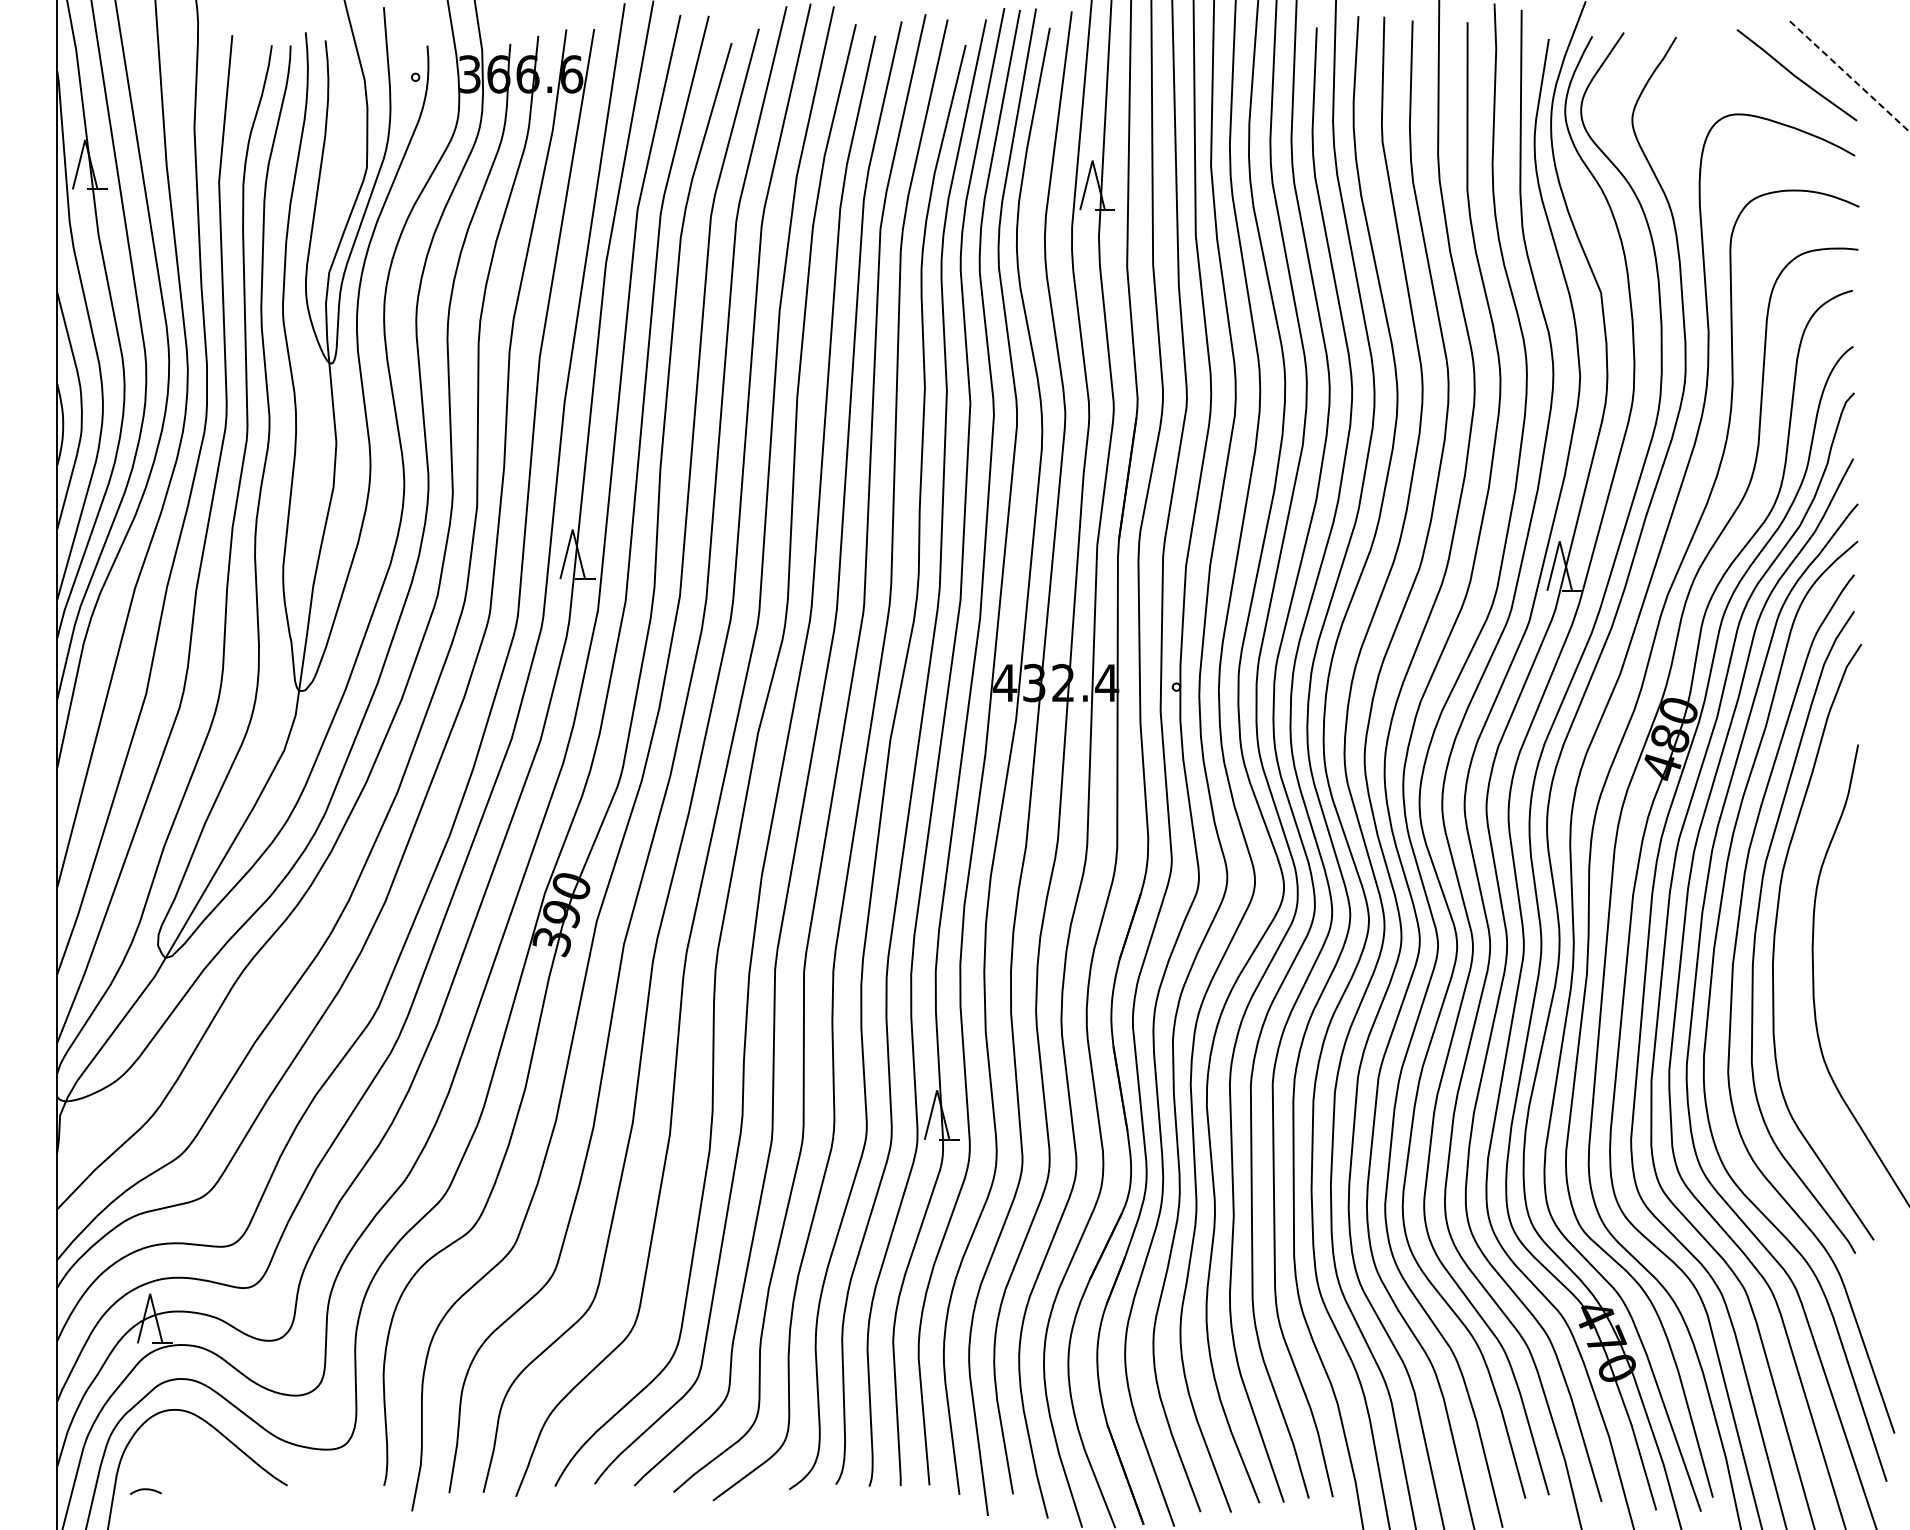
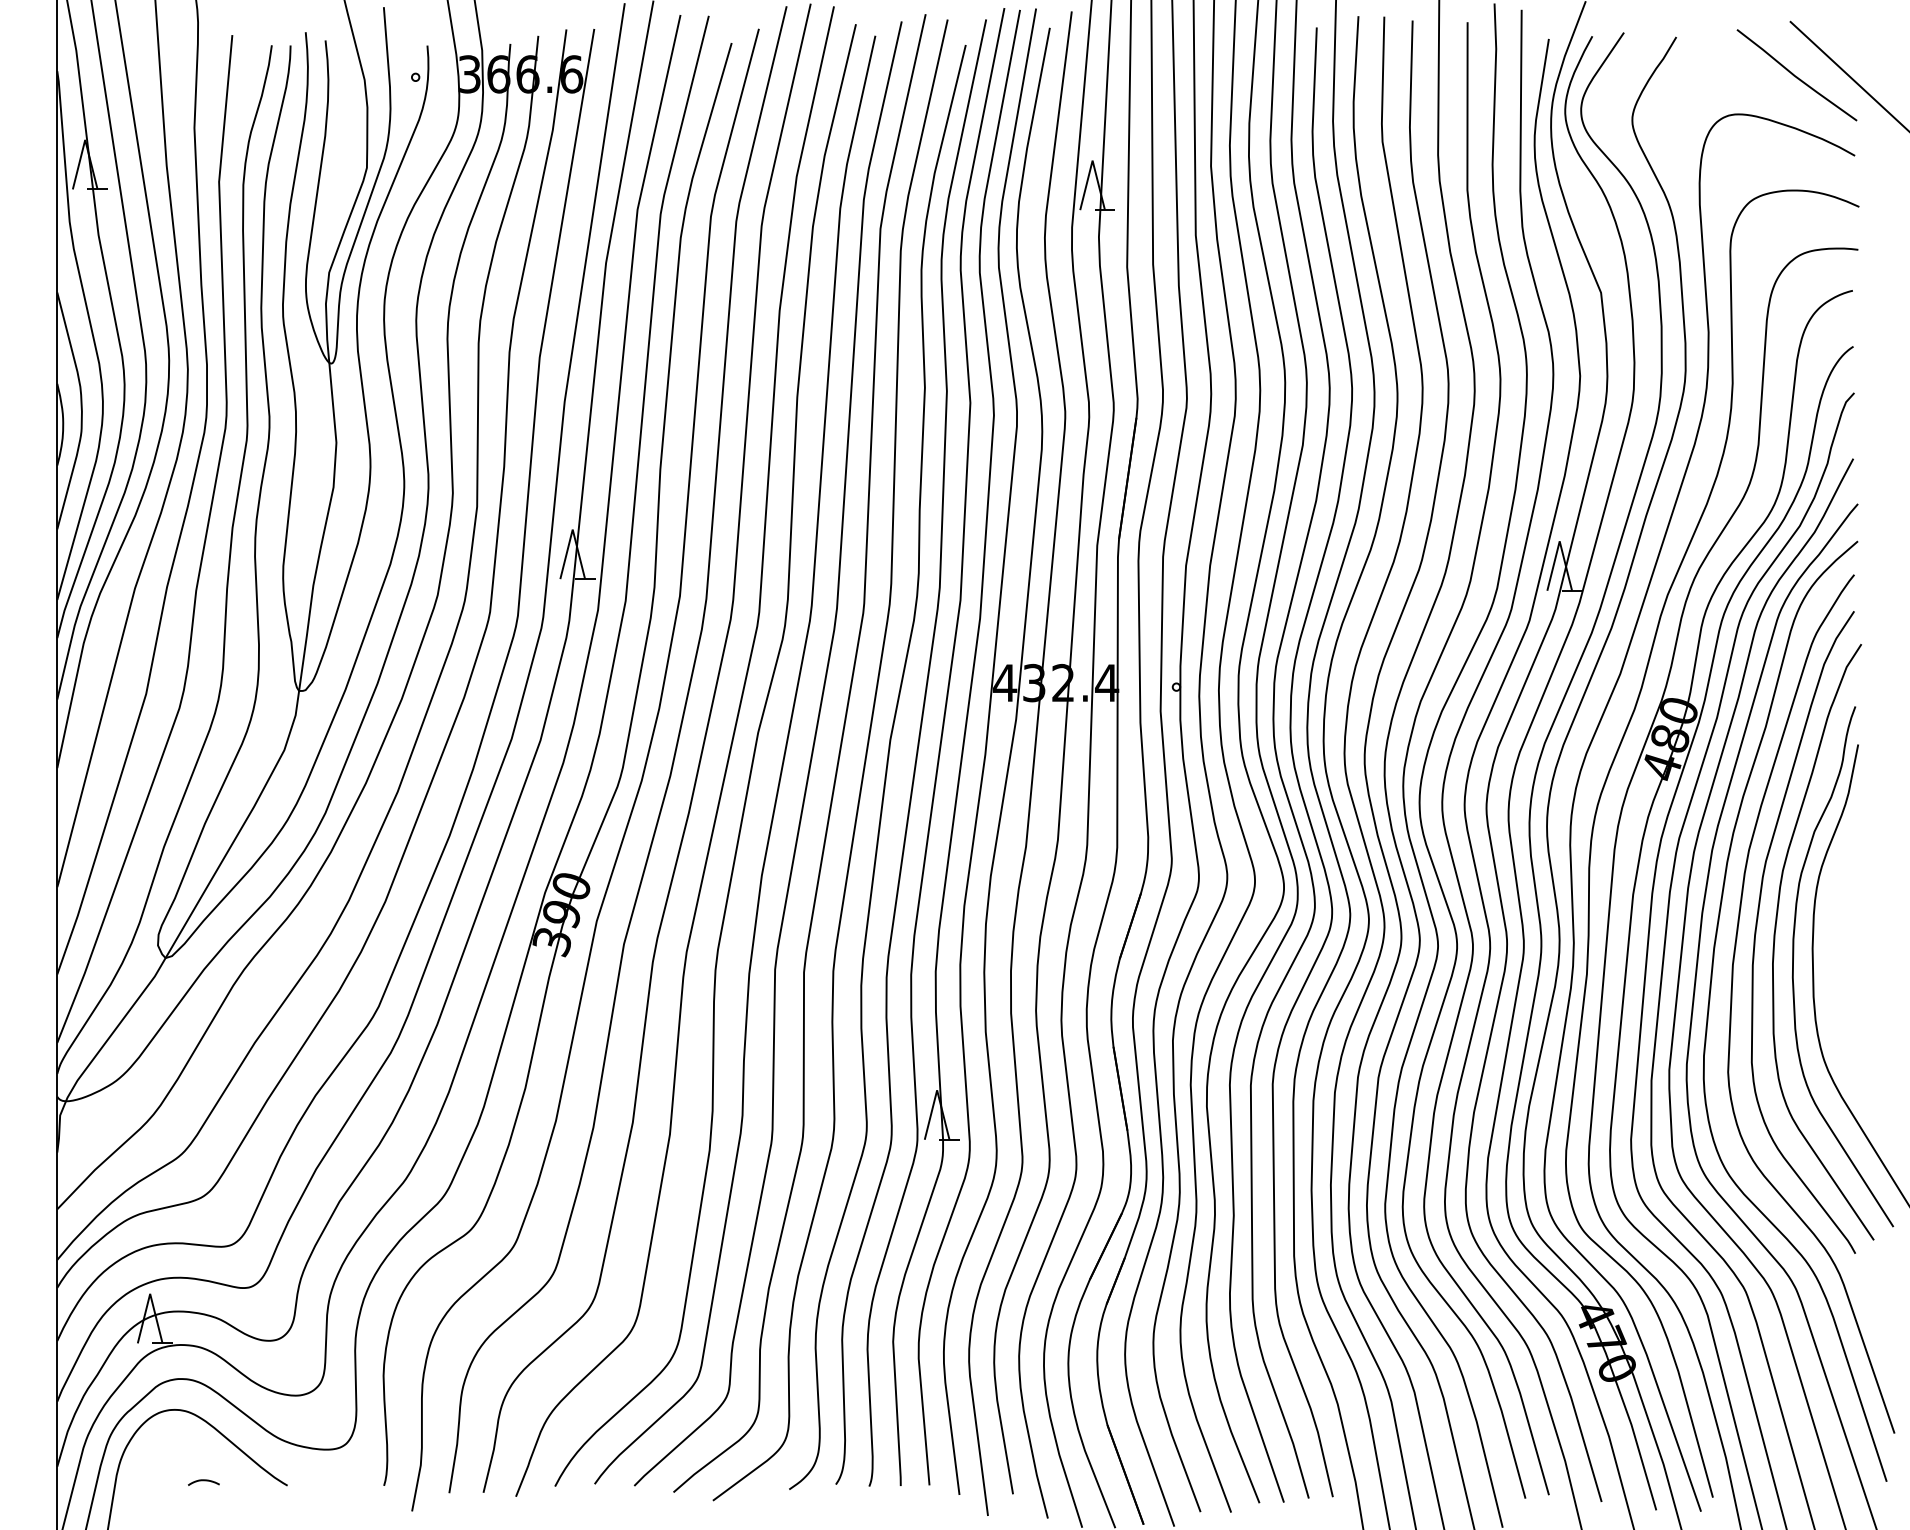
line at (1850, 76): dashed -> solid
curve at (1793, 966): none -> present
curve at (145, 1490) position: (145, 1490) -> (203, 1481)
